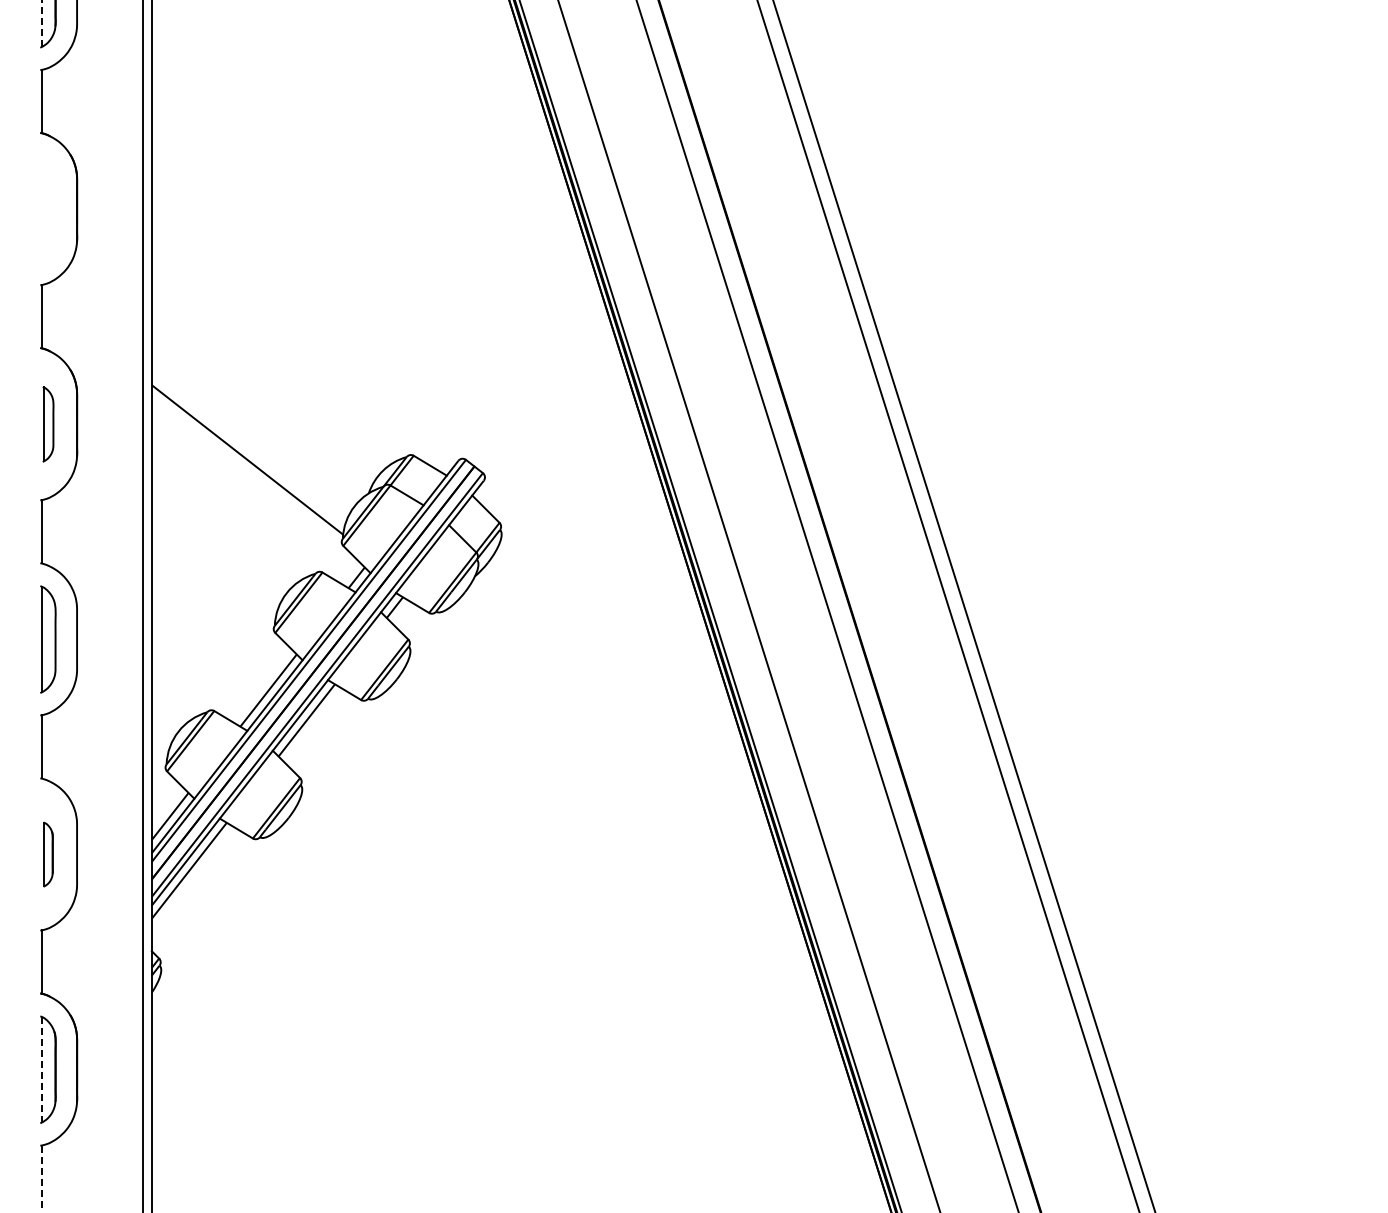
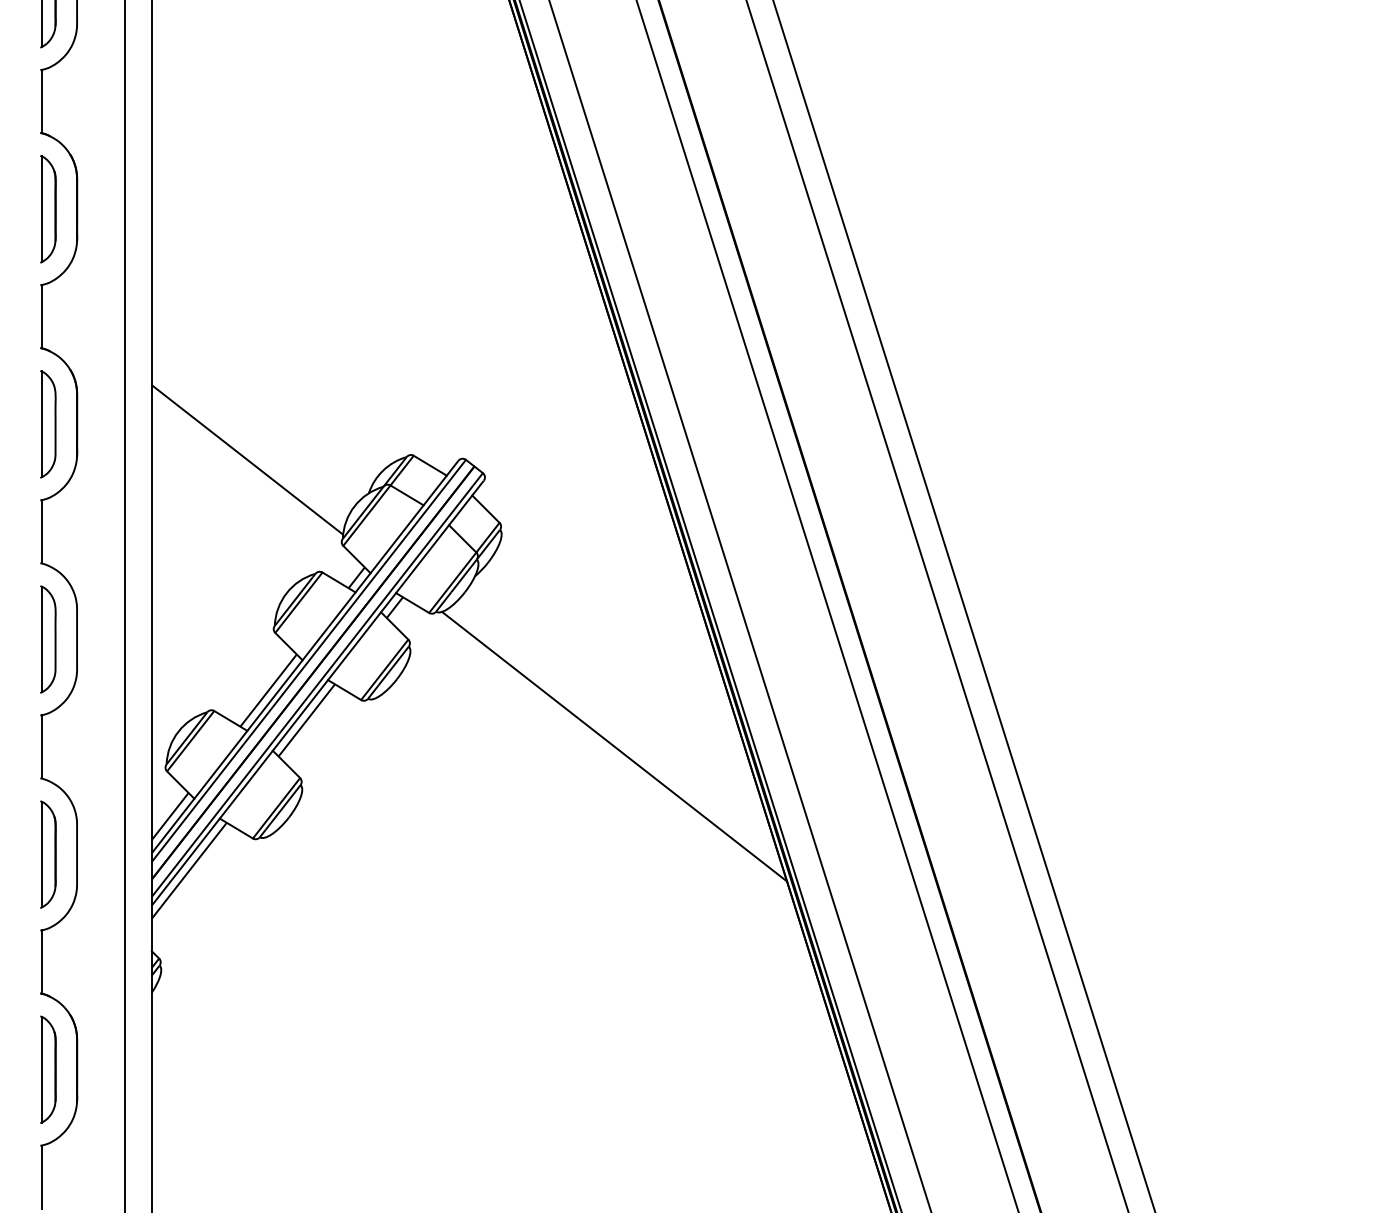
line at (41, 24): dashed -> solid
part at (48, 209): none -> present
part at (48, 424) size: 13x77 px -> 17x109 px
line at (142, 605) position: (142, 605) -> (124, 605)
line at (748, 605) position: (748, 605) -> (739, 605)
line at (947, 605) position: (947, 605) -> (937, 605)
line at (614, 746): none -> present
part at (48, 854) size: 11x67 px -> 17x109 px
line at (41, 1069): dashed -> solid
line at (41, 1177): dashed -> solid
